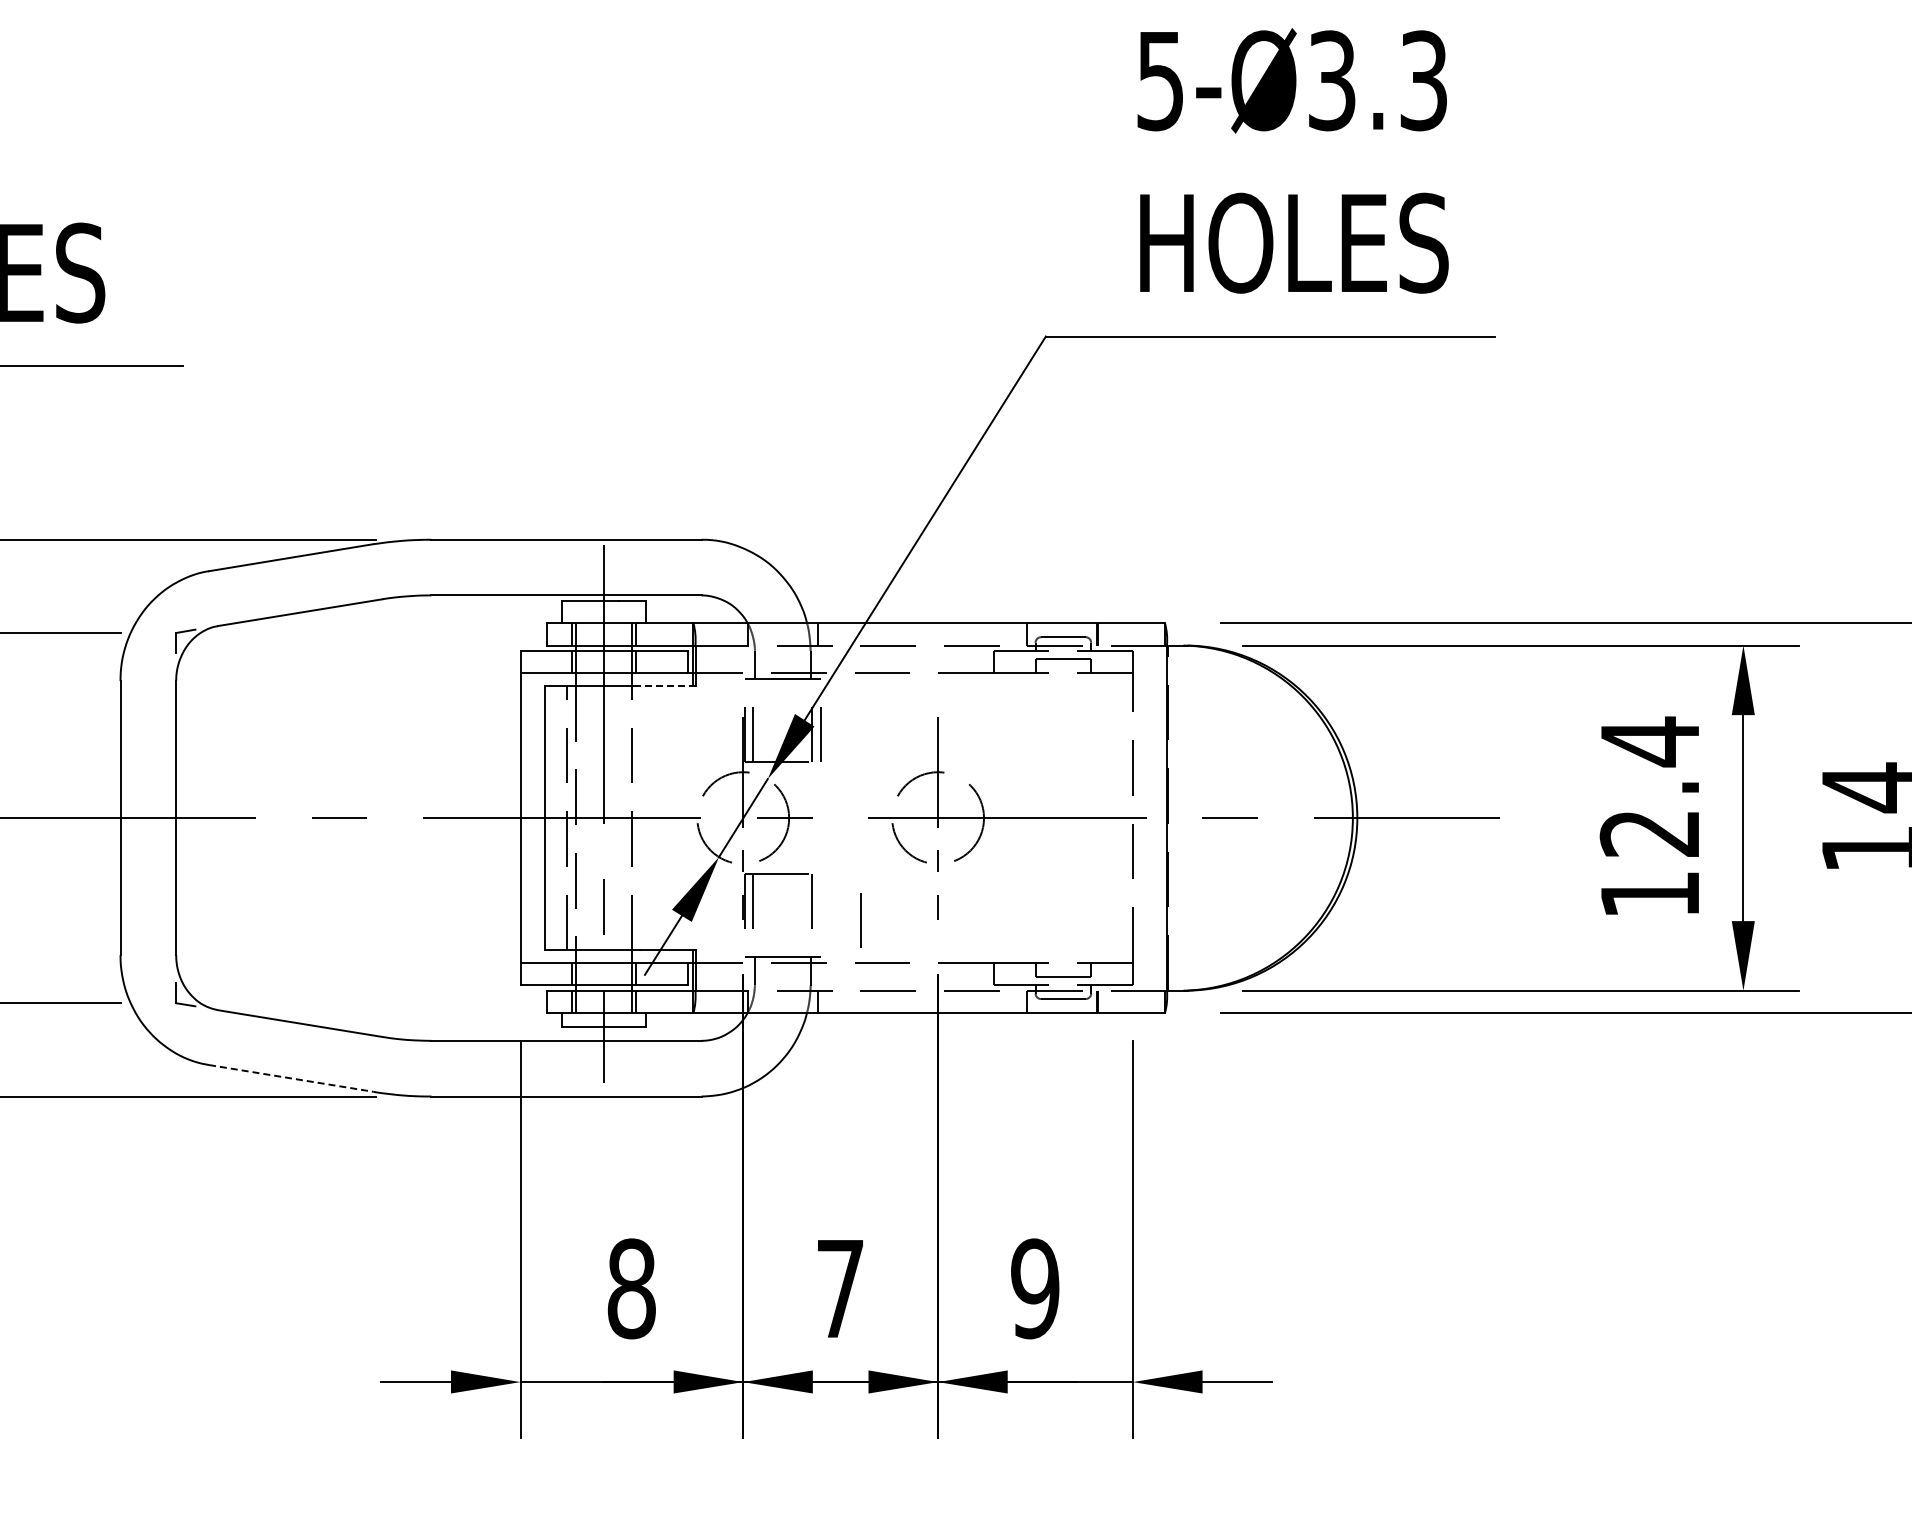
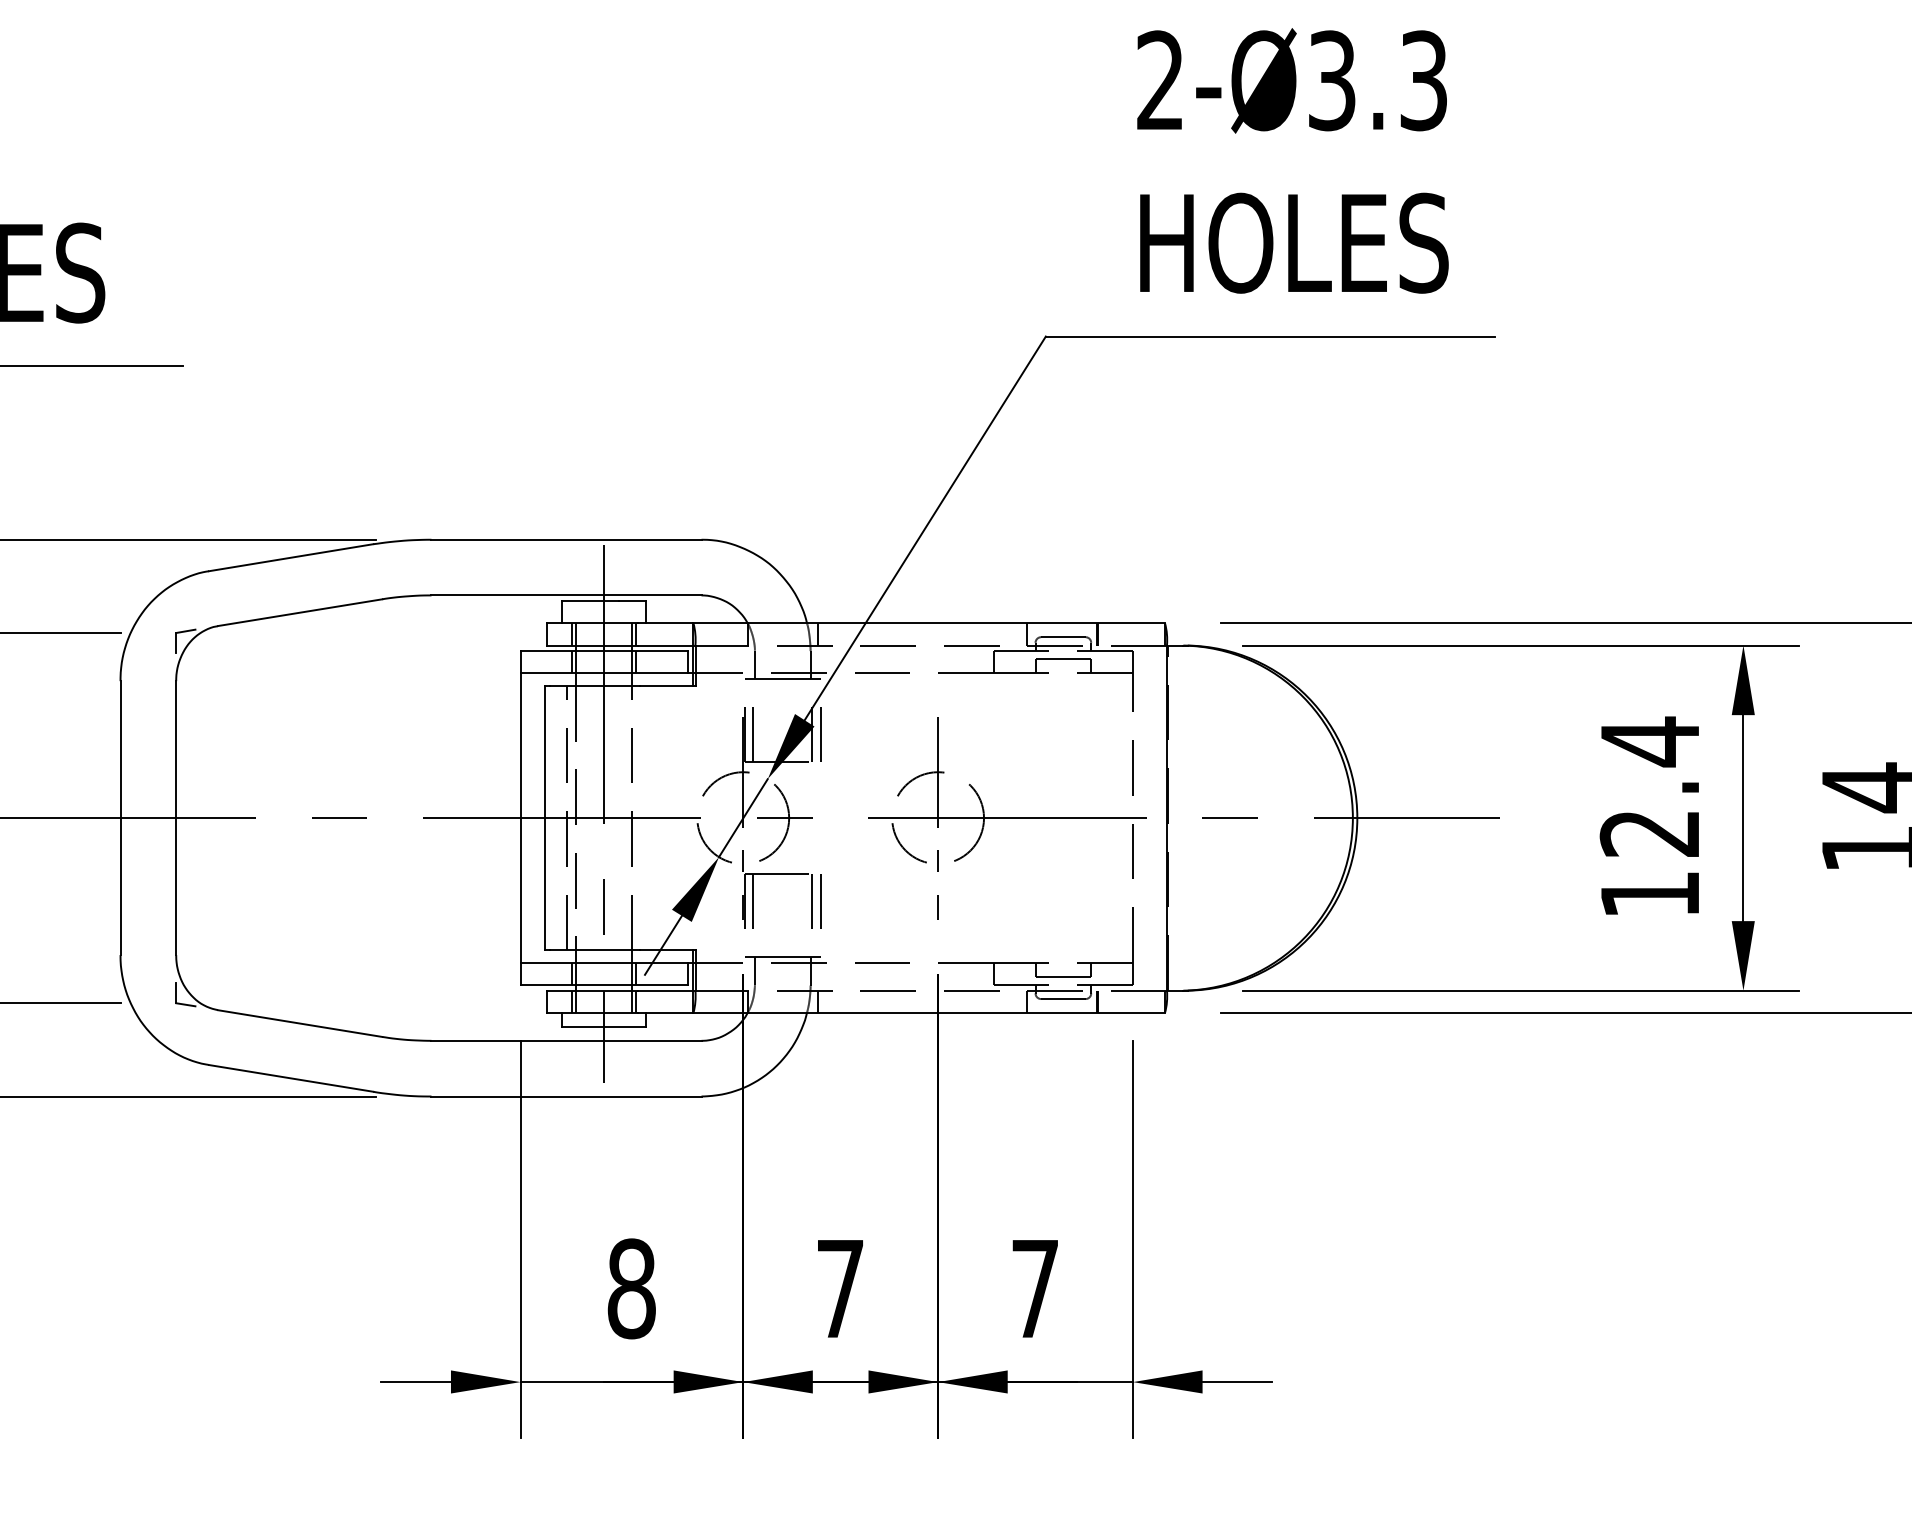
text at (1159, 80): 5-Ø3.3 -> 2-Ø3.3
line at (667, 685): dashed -> solid
line at (860, 920) position: (860, 920) -> (820, 901)
line at (291, 1078): dashed -> solid
text at (1035, 1288): 9 -> 7
